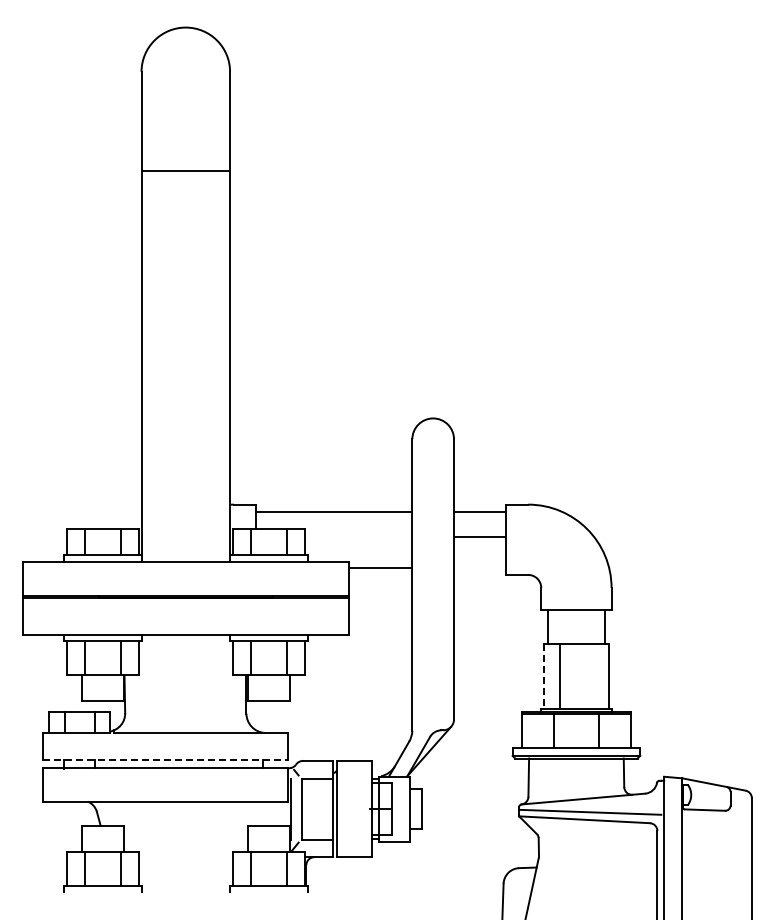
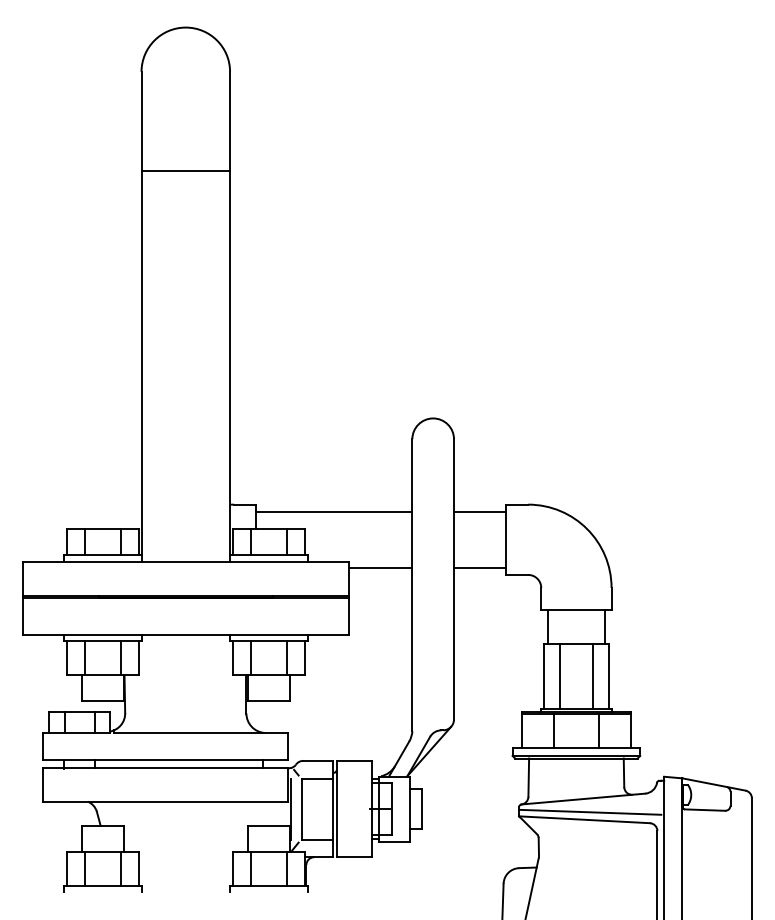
line at (480, 537) position: (480, 537) -> (480, 568)
line at (543, 676): dashed -> solid
line at (592, 676): none -> present
line at (165, 760): dashed -> solid
